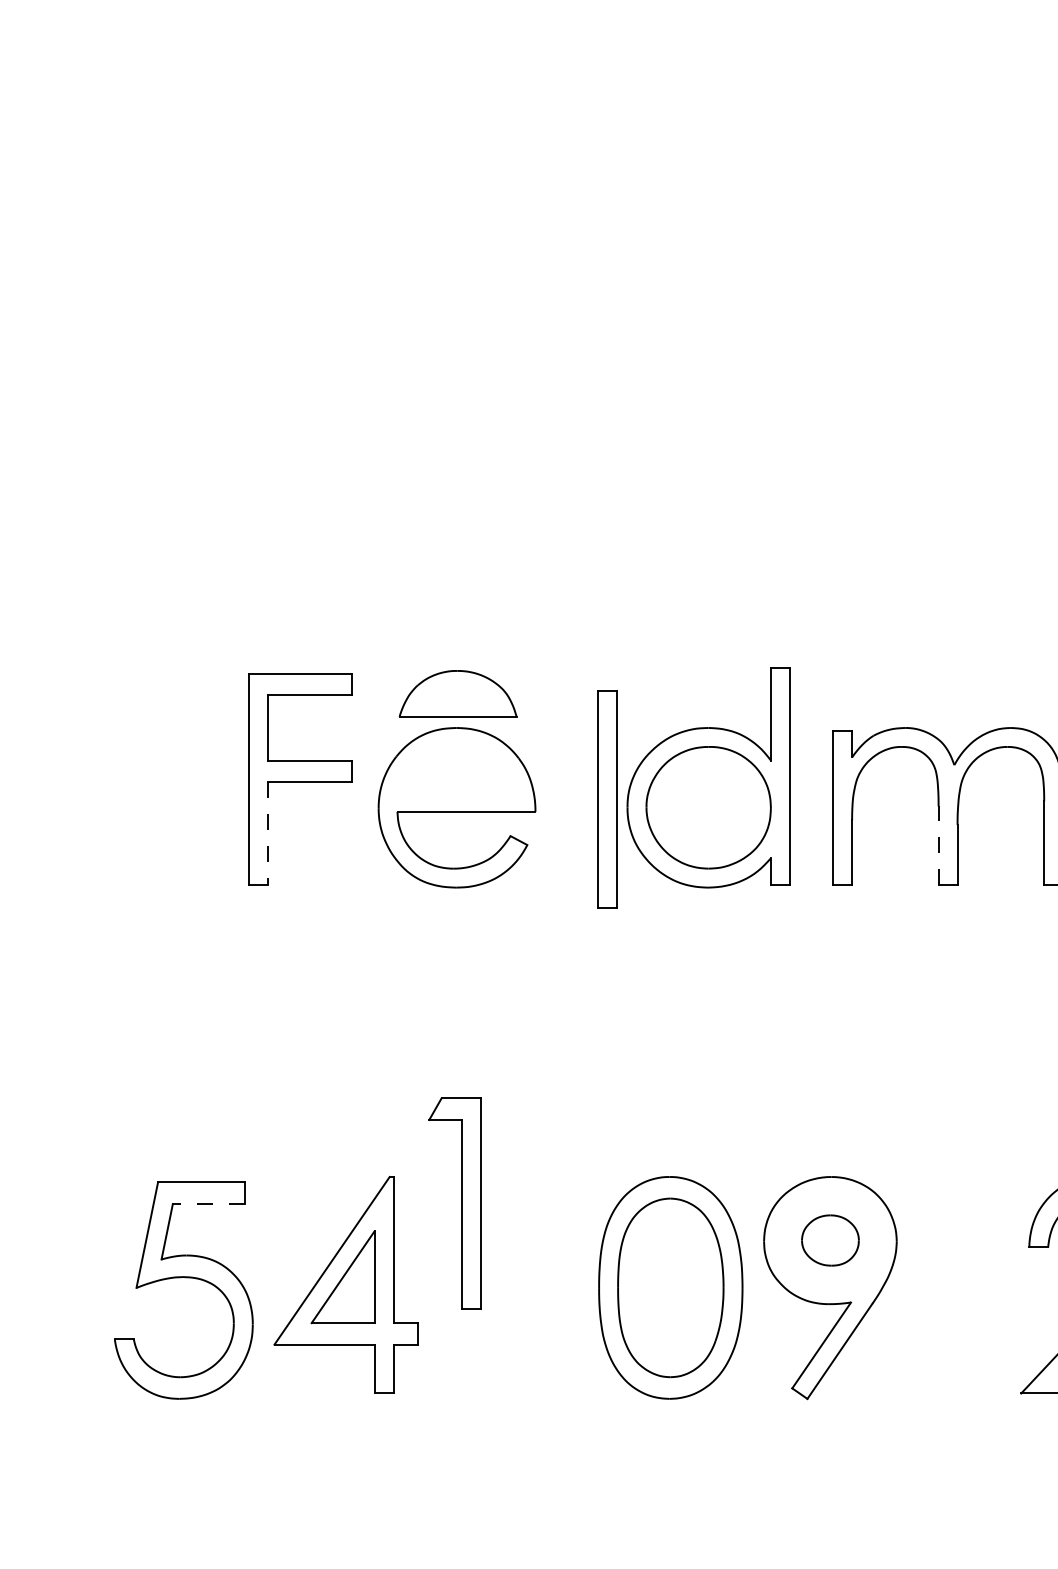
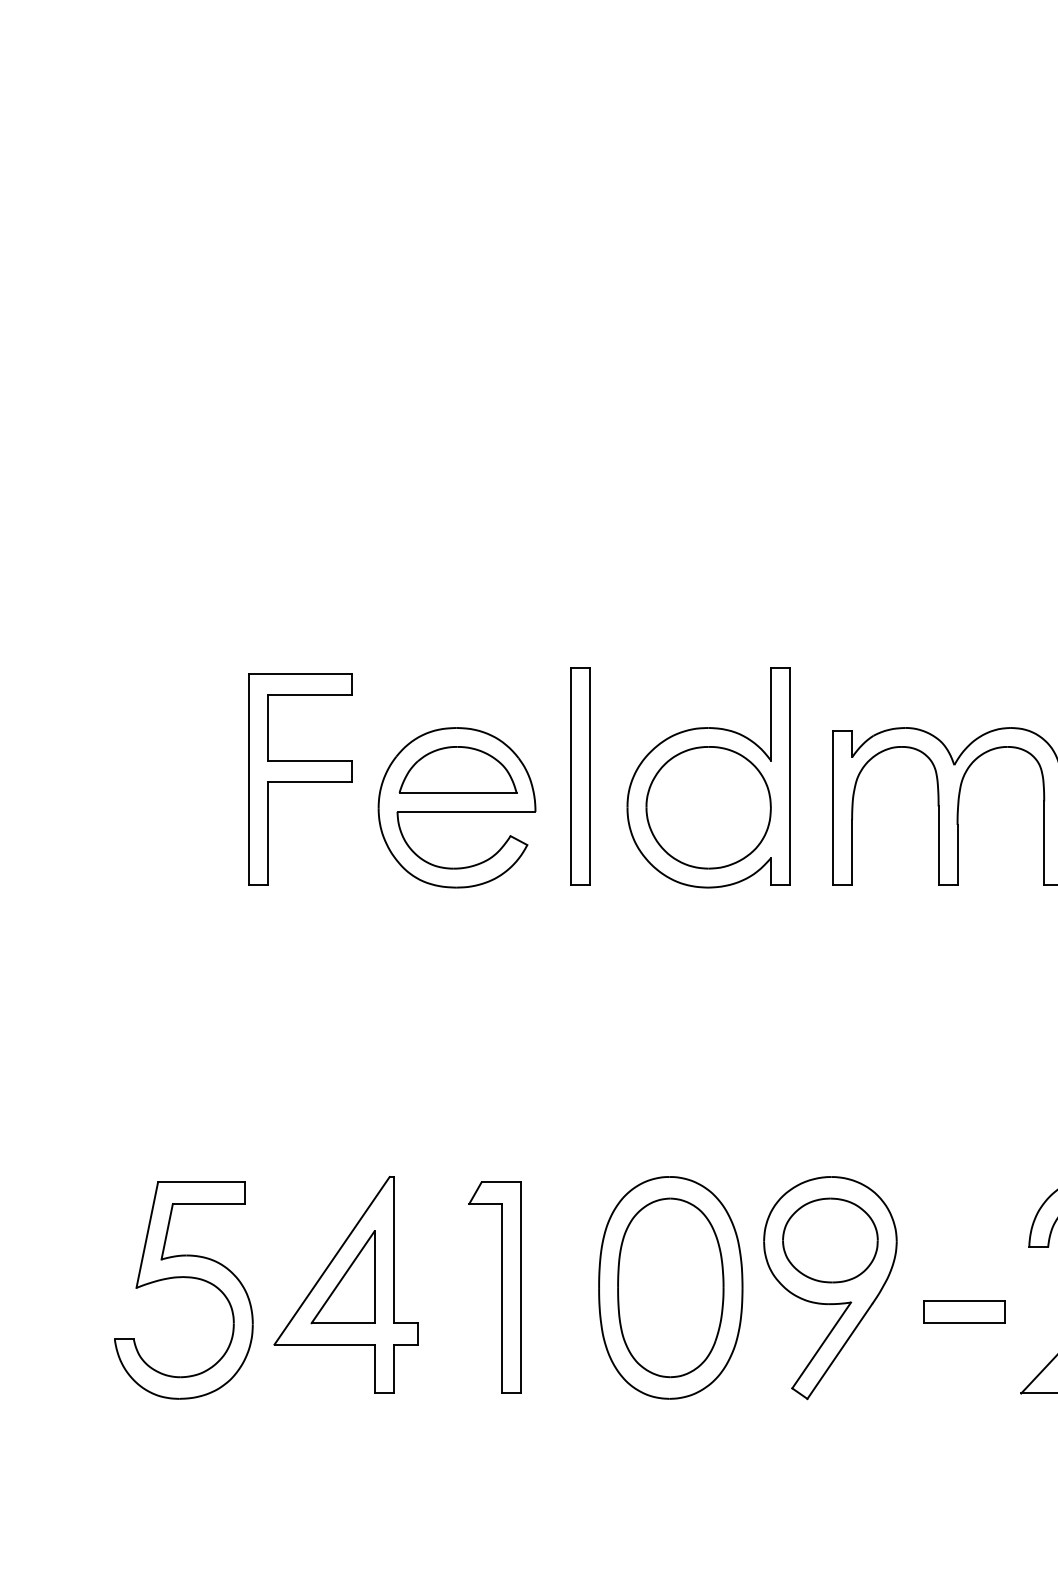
part at (457, 693) position: (457, 693) -> (457, 769)
part at (607, 799) position: (607, 799) -> (580, 776)
line at (267, 834): dashed -> solid
line at (938, 845): dashed -> solid
line at (208, 1203): dashed -> solid
part at (461, 1203) position: (461, 1203) -> (501, 1287)
part at (830, 1240) size: 59x53 px -> 97x87 px
part at (964, 1311): none -> present
